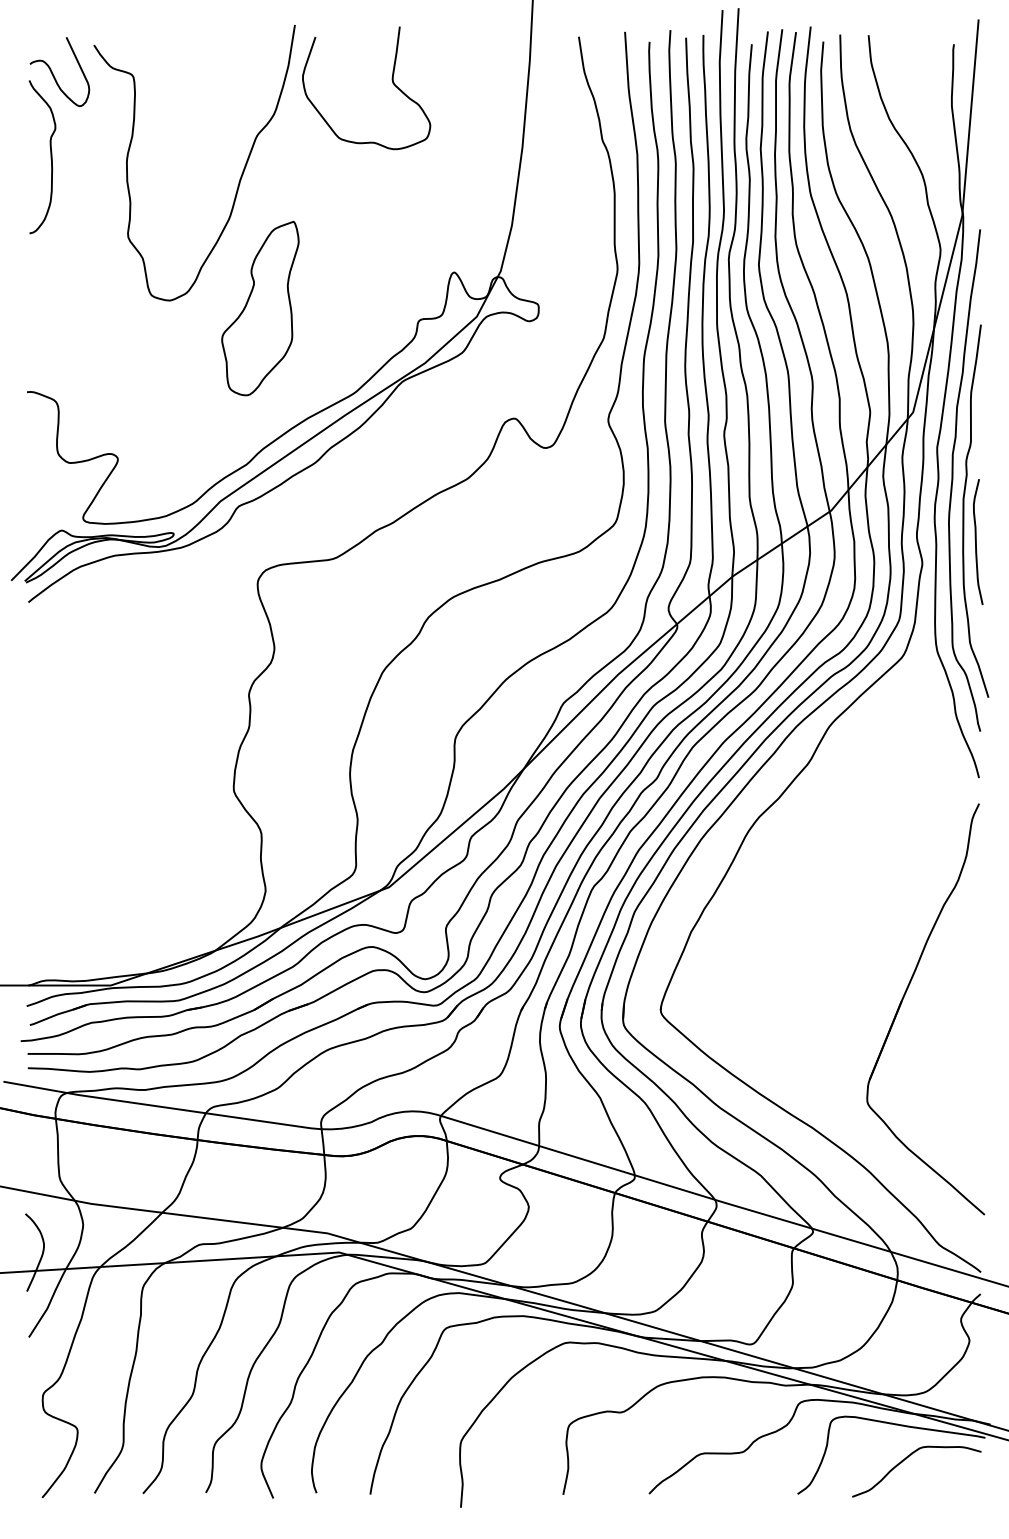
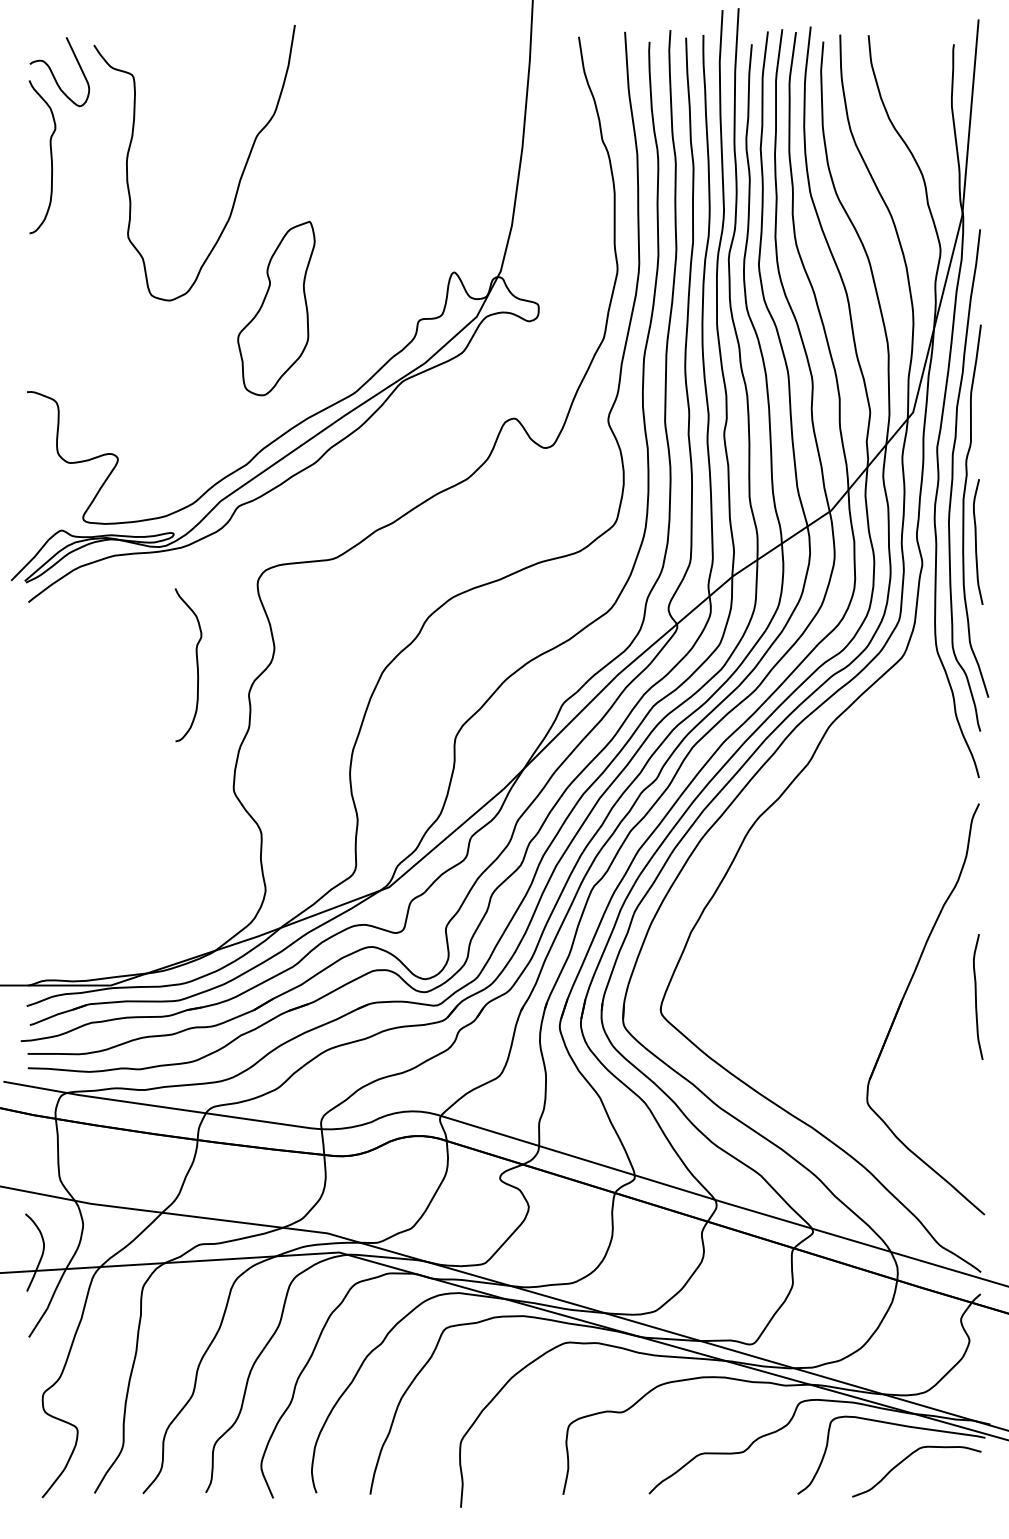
curve at (392, 83): present -> none
part at (260, 308) position: (260, 308) -> (276, 308)
curve at (196, 665): none -> present
curve at (976, 996): none -> present
